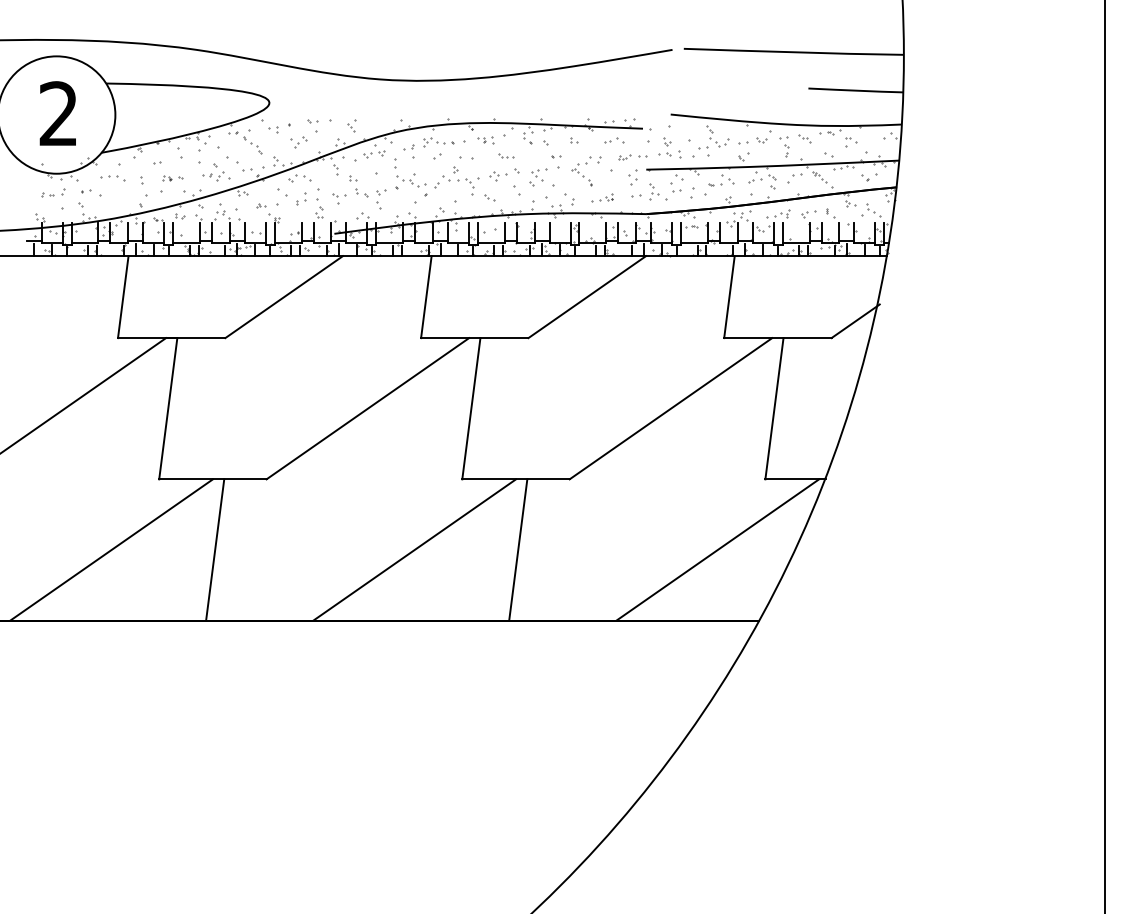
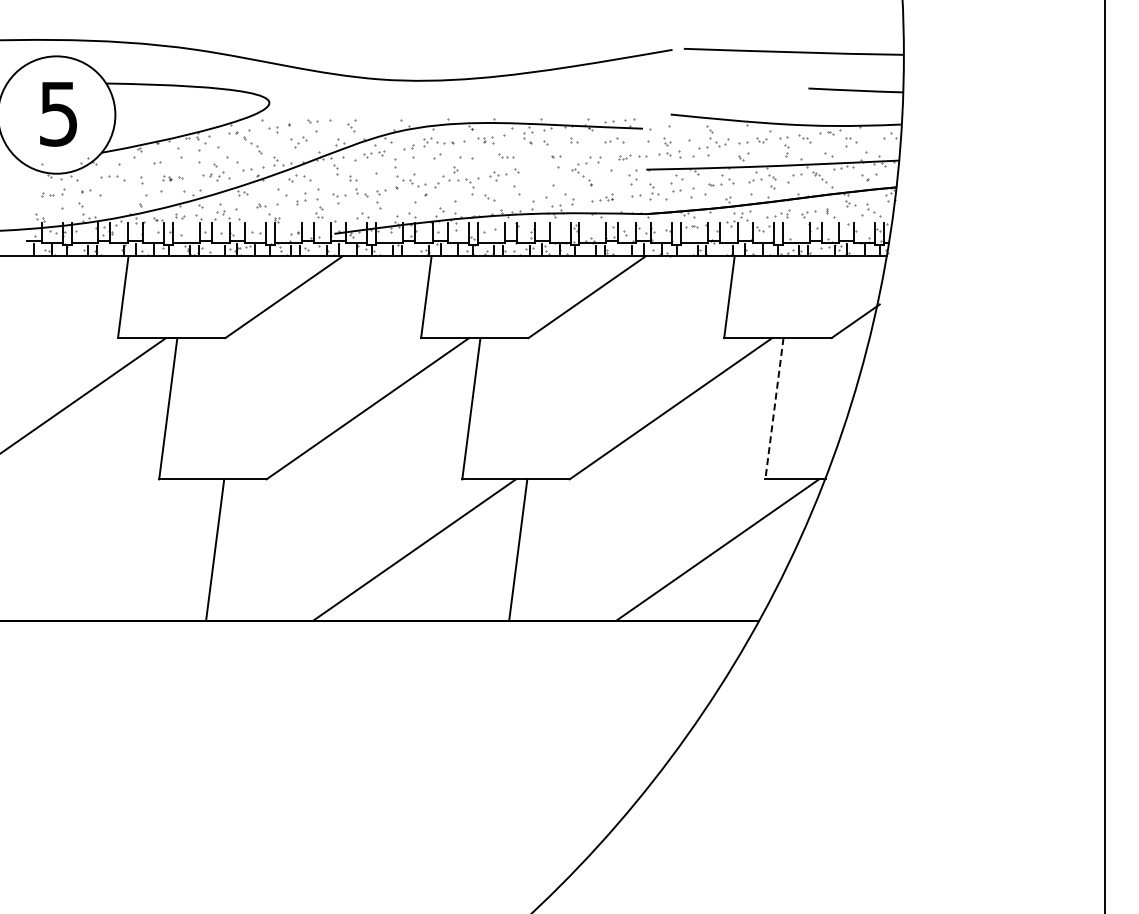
text at (57, 113): 2 -> 5
part at (538, 177): present -> none
line at (774, 409): solid -> dashed
line at (111, 549): present -> none
